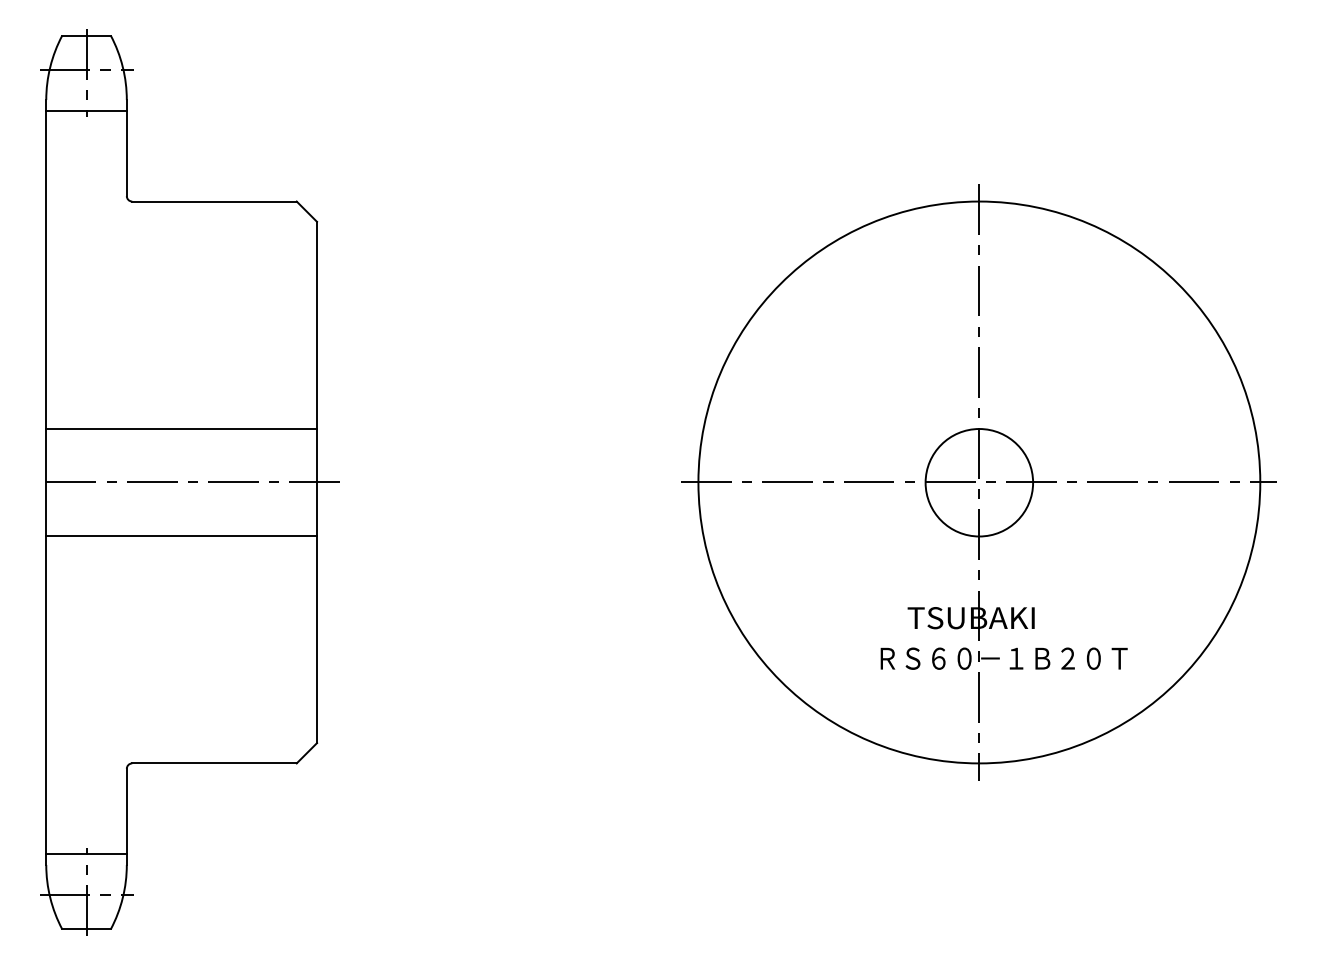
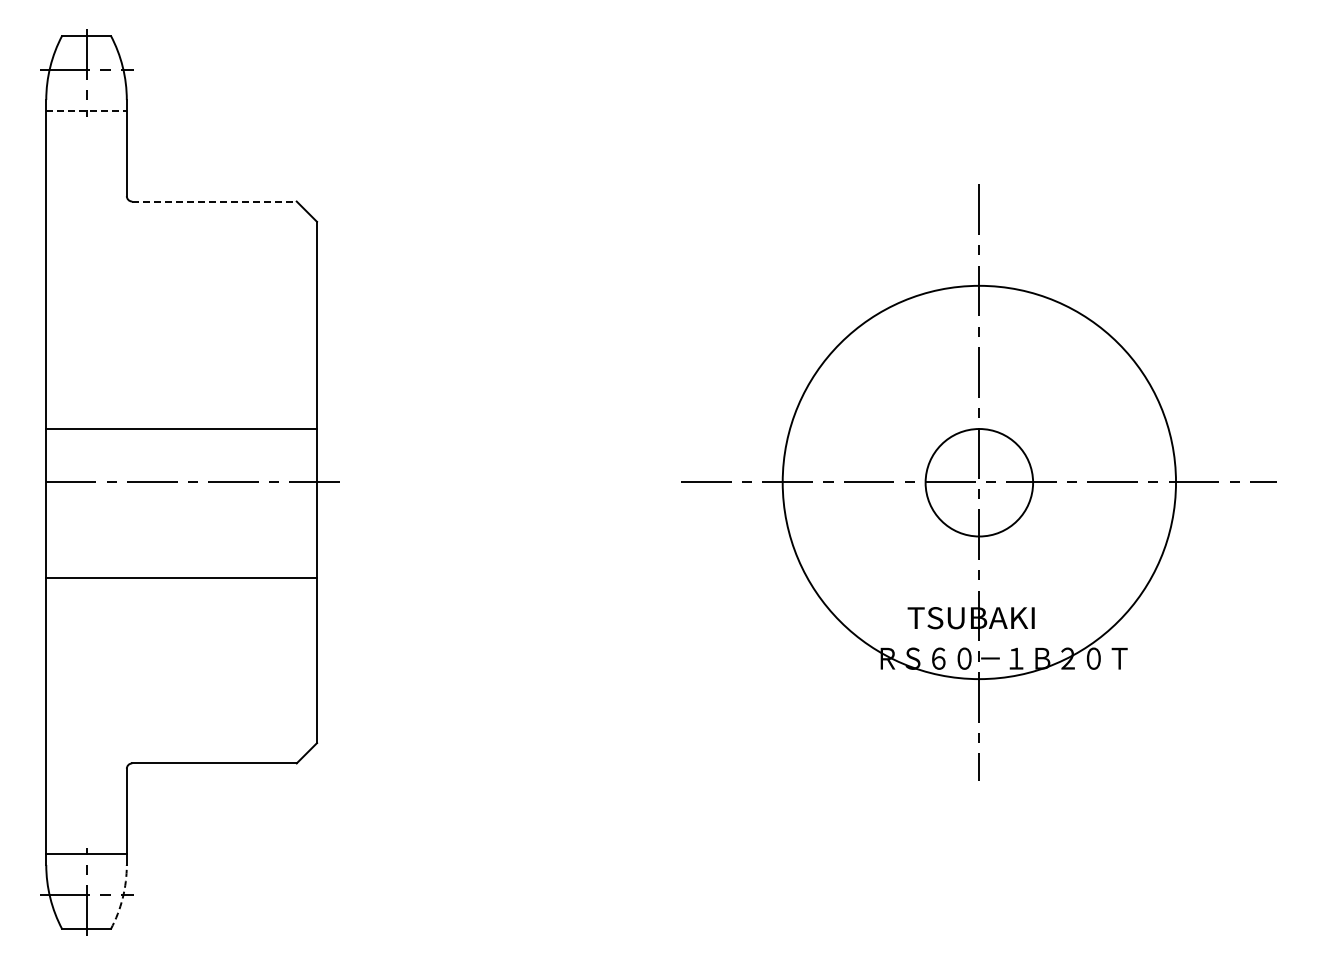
line at (87, 110): solid -> dashed
line at (214, 201): solid -> dashed
circle at (979, 482) diameter: 562 px -> 393 px
line at (181, 536) position: (181, 536) -> (181, 578)
arc at (122, 898): solid -> dashed
